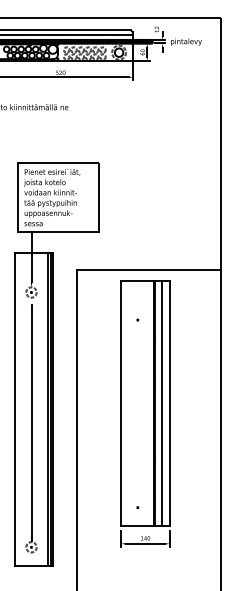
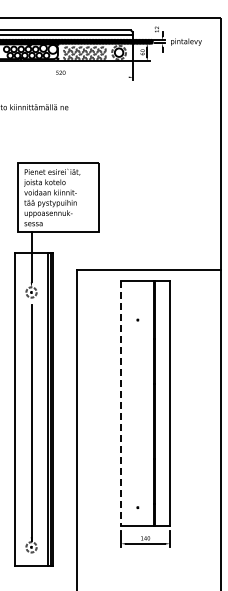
line at (65, 77): present -> none
line at (121, 403): solid -> dashed
line at (162, 403): present -> none
